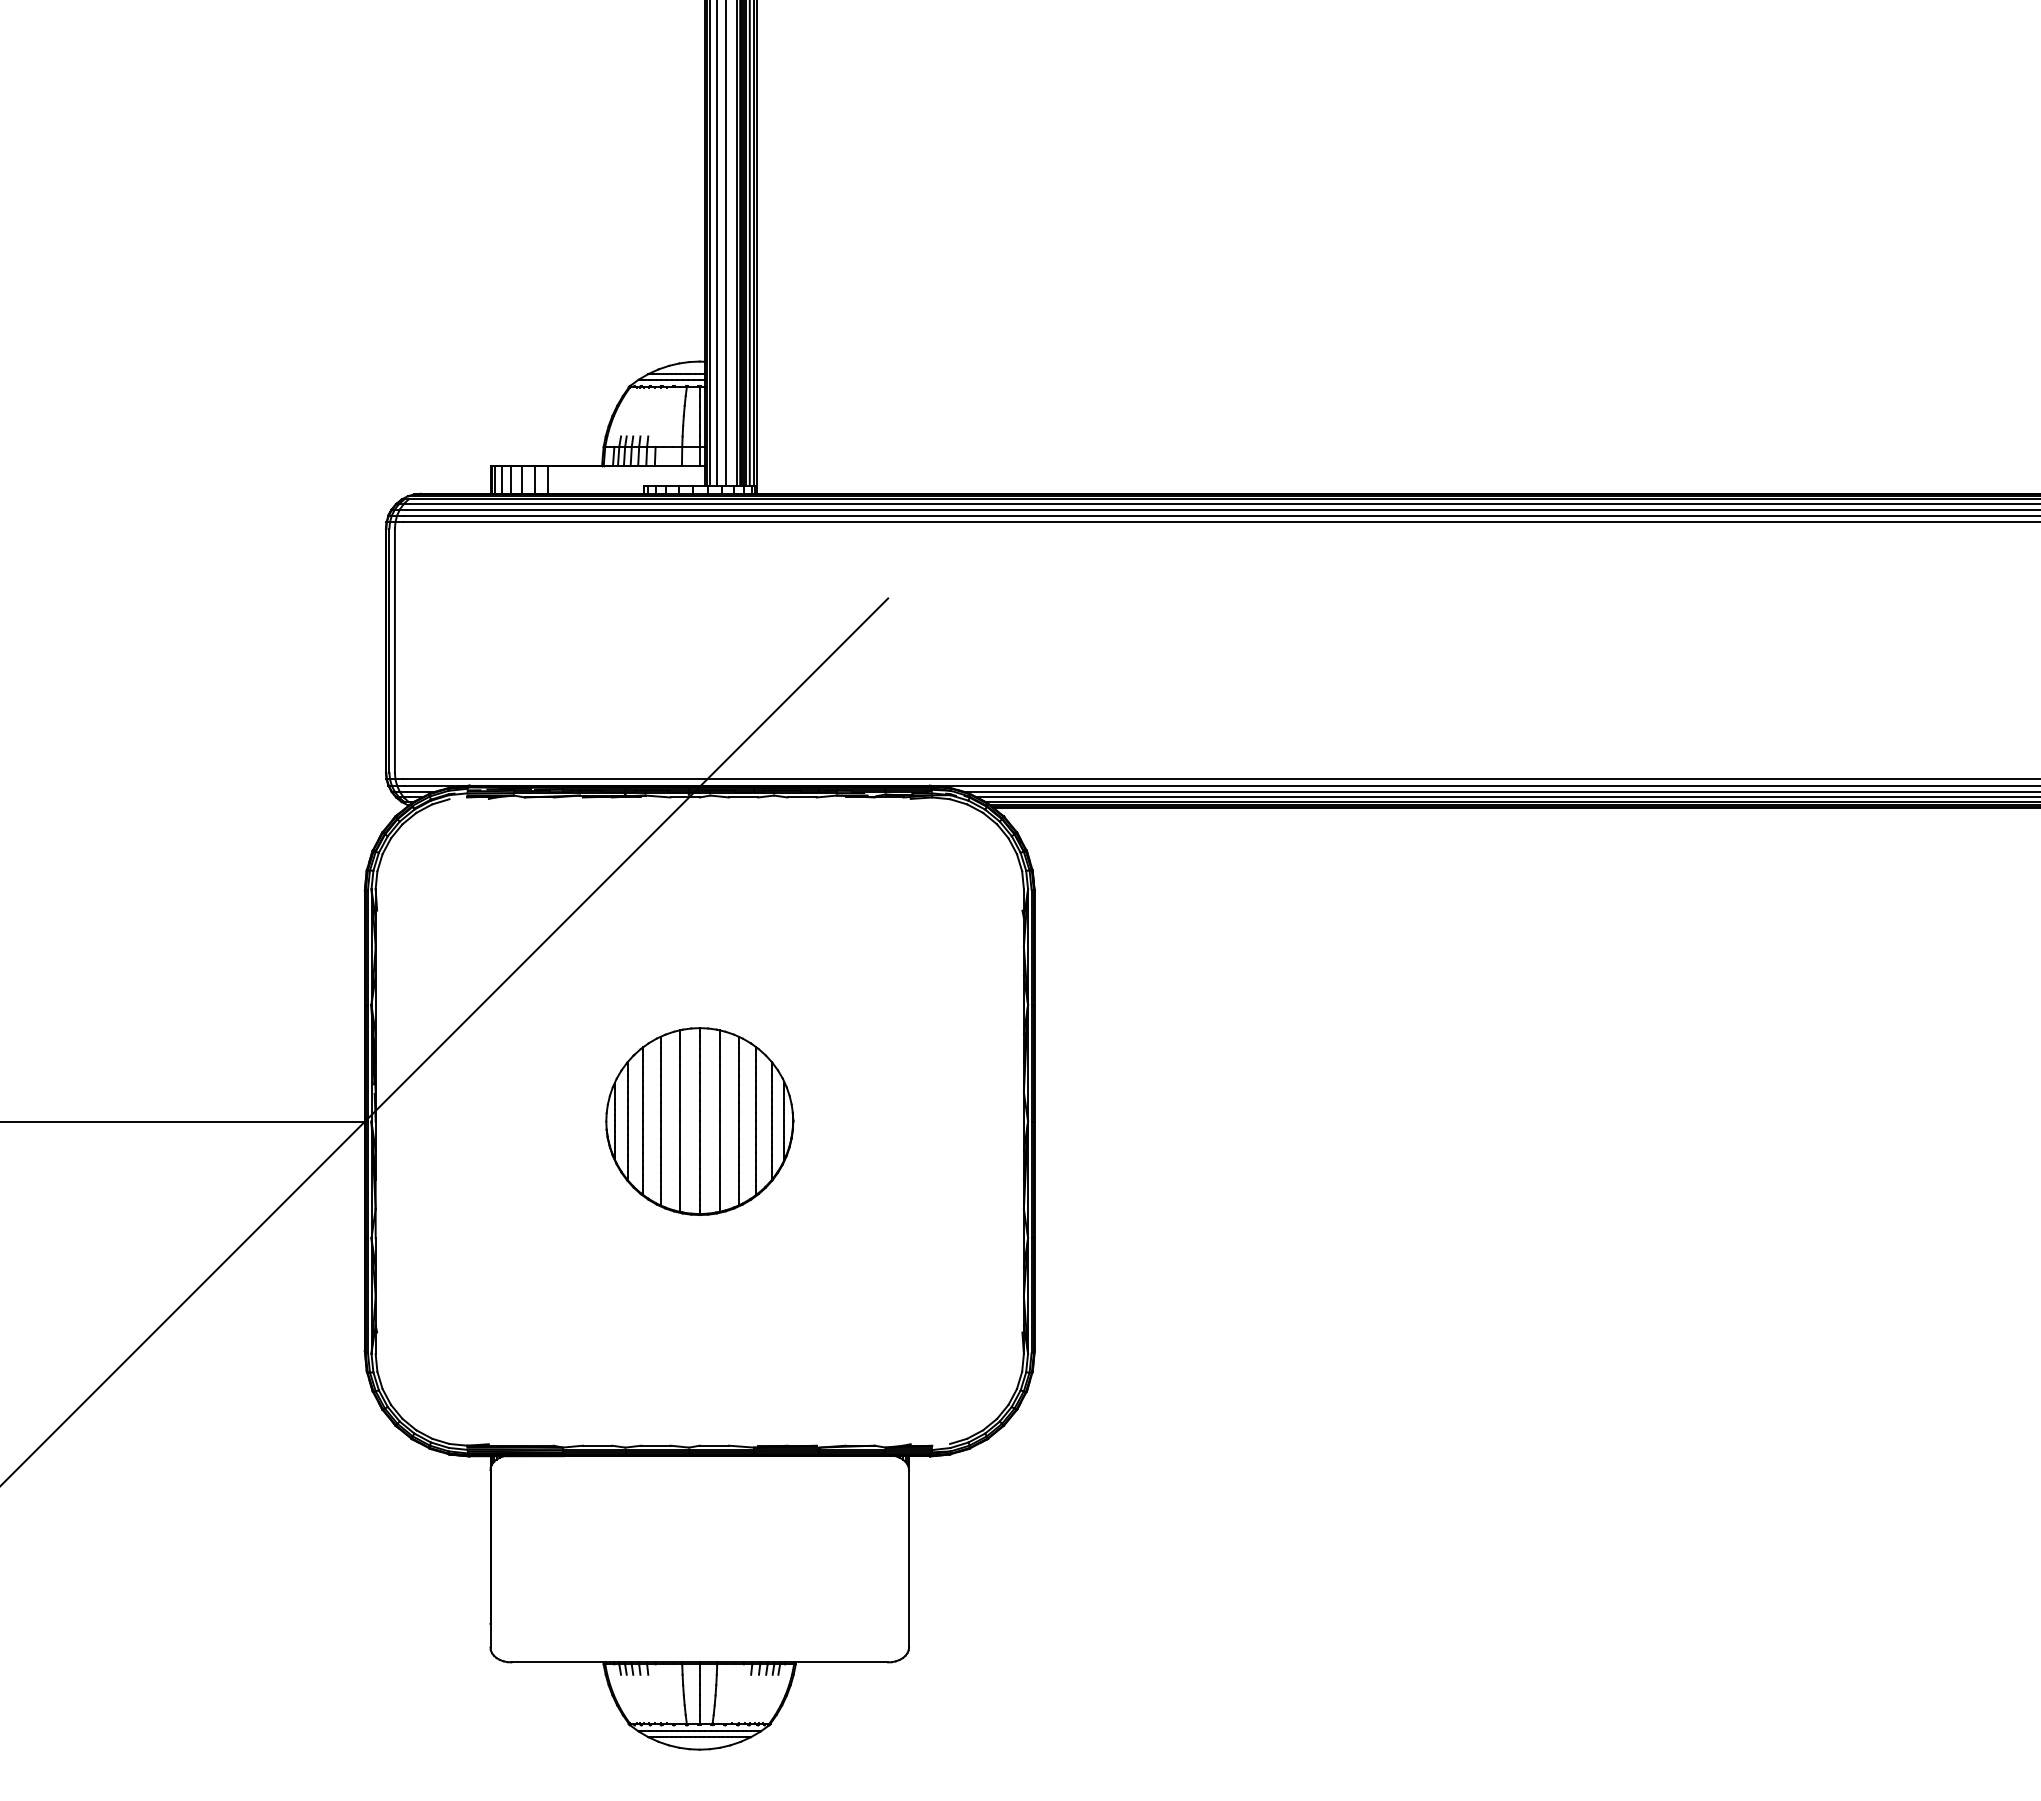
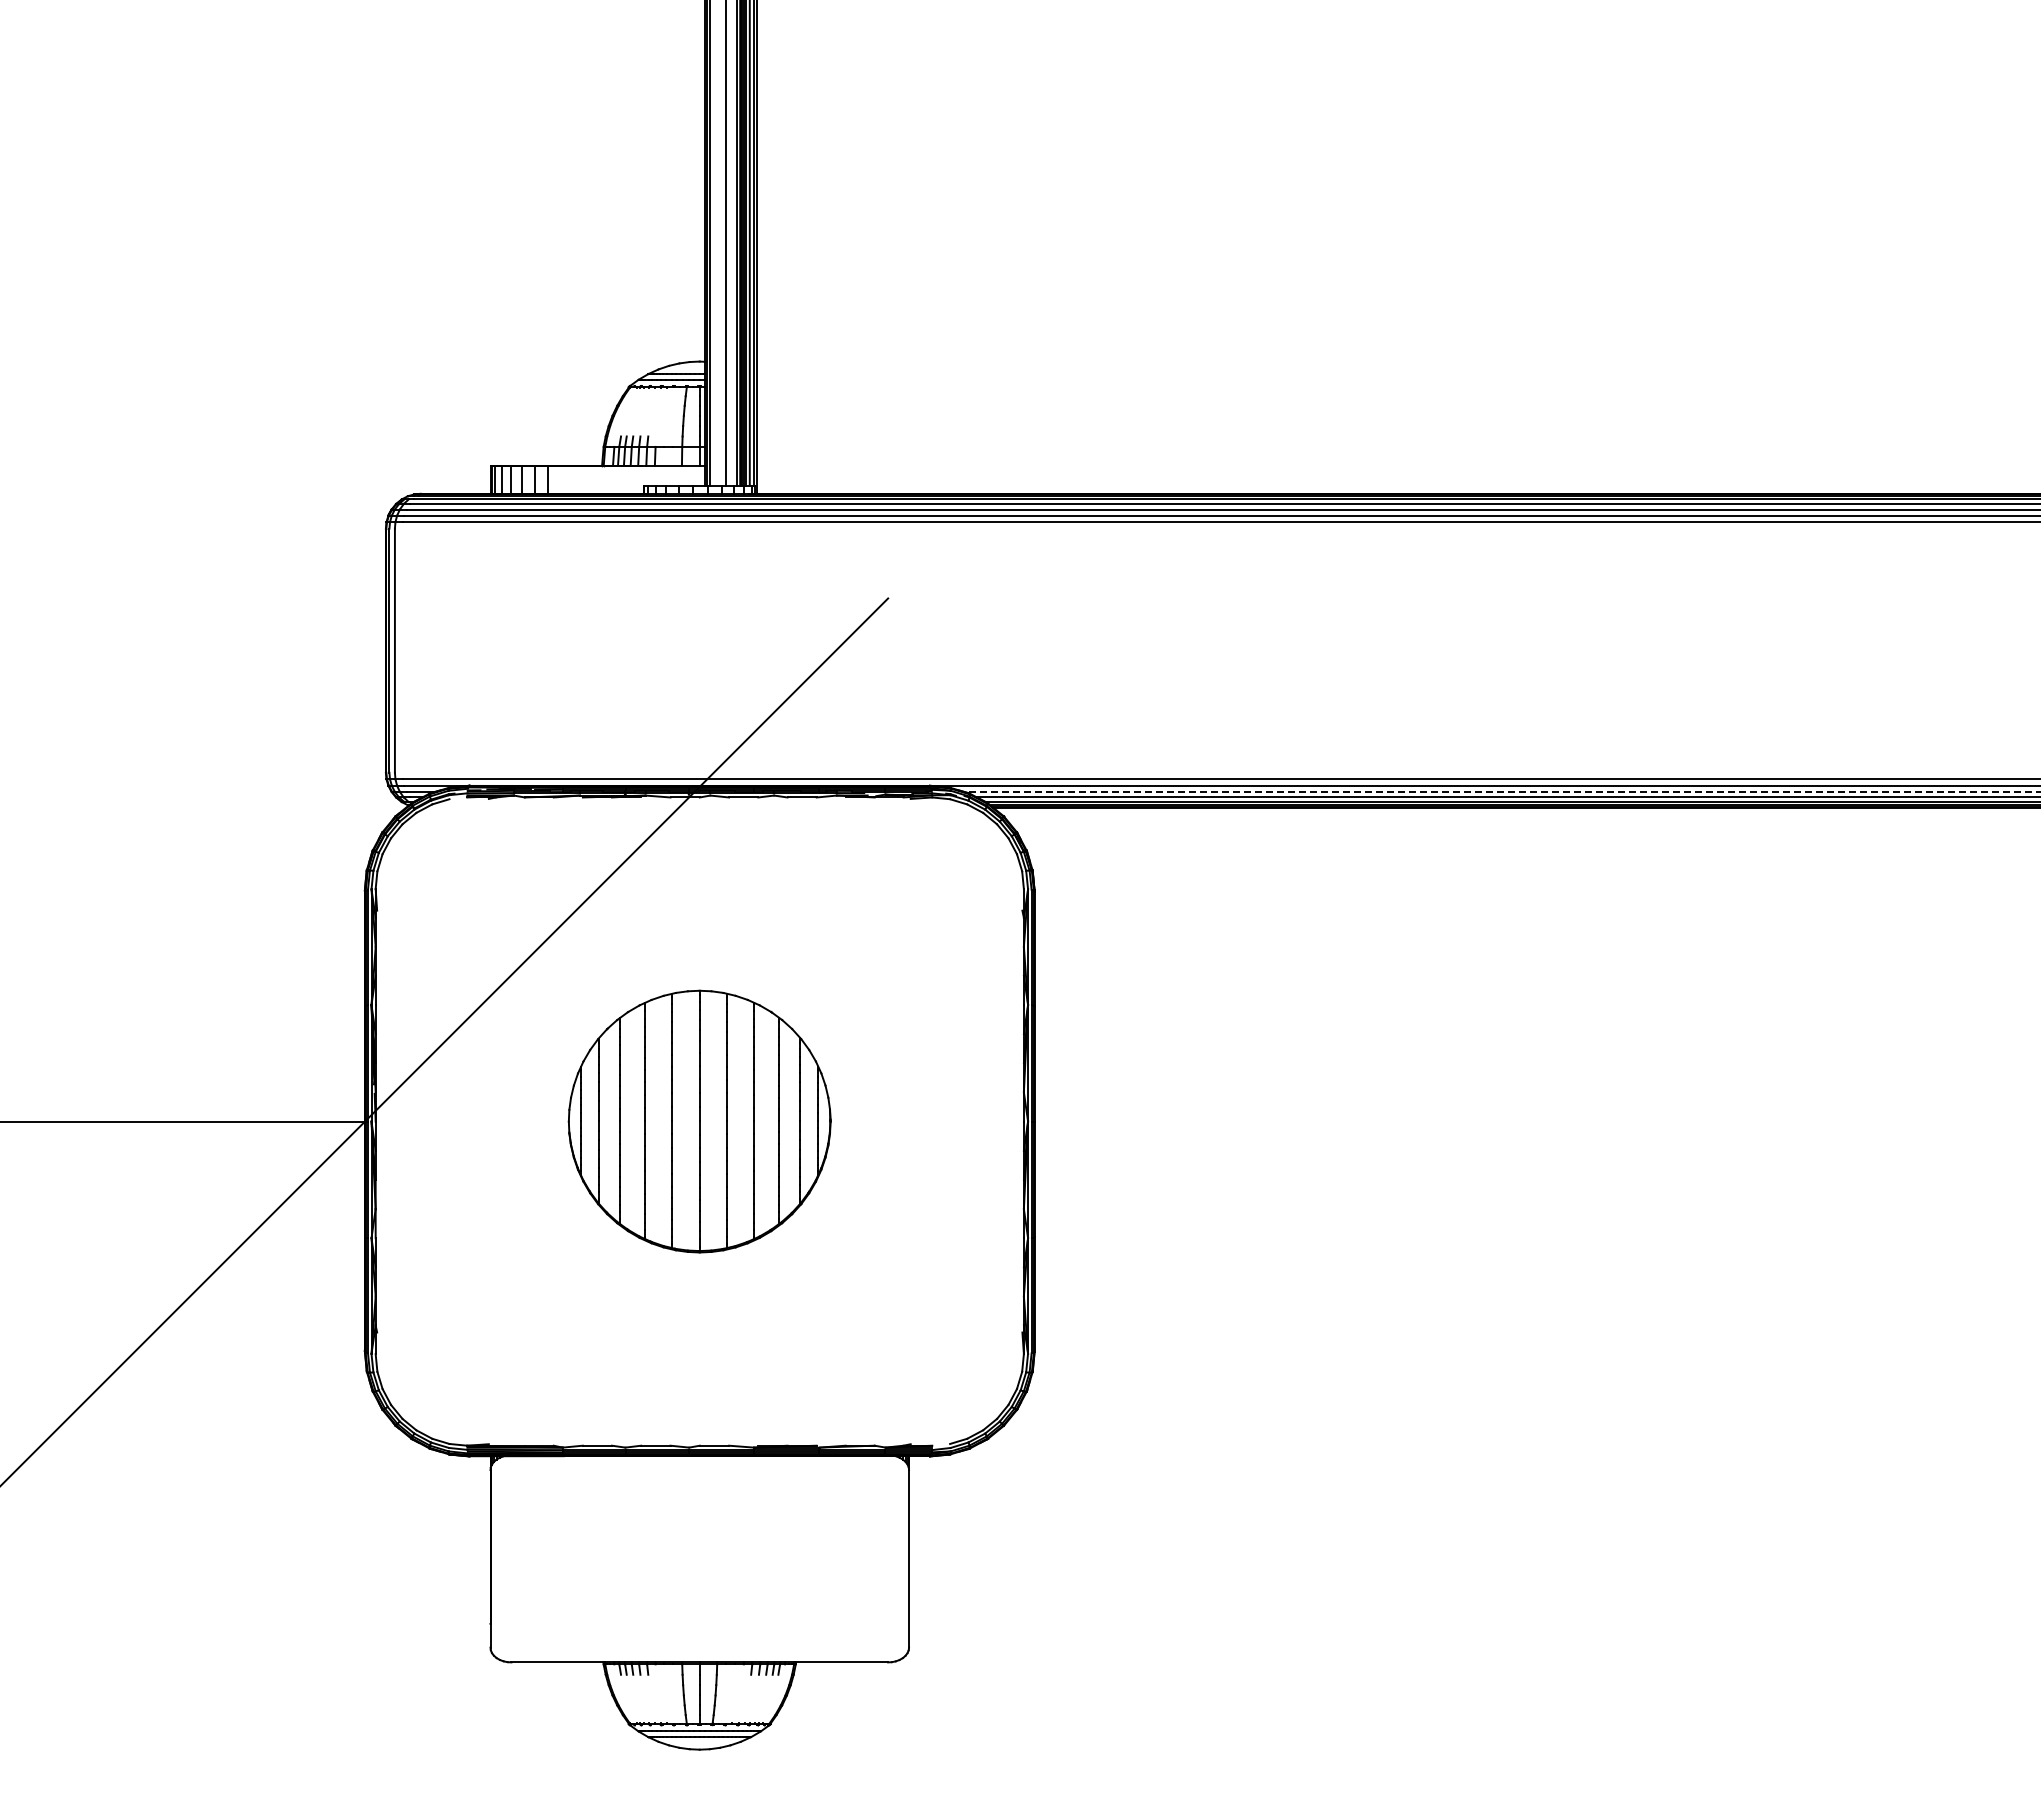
line at (716, 243): present -> none
line at (1501, 791): solid -> dashed
part at (699, 1121) size: 190x189 px -> 265x265 px
